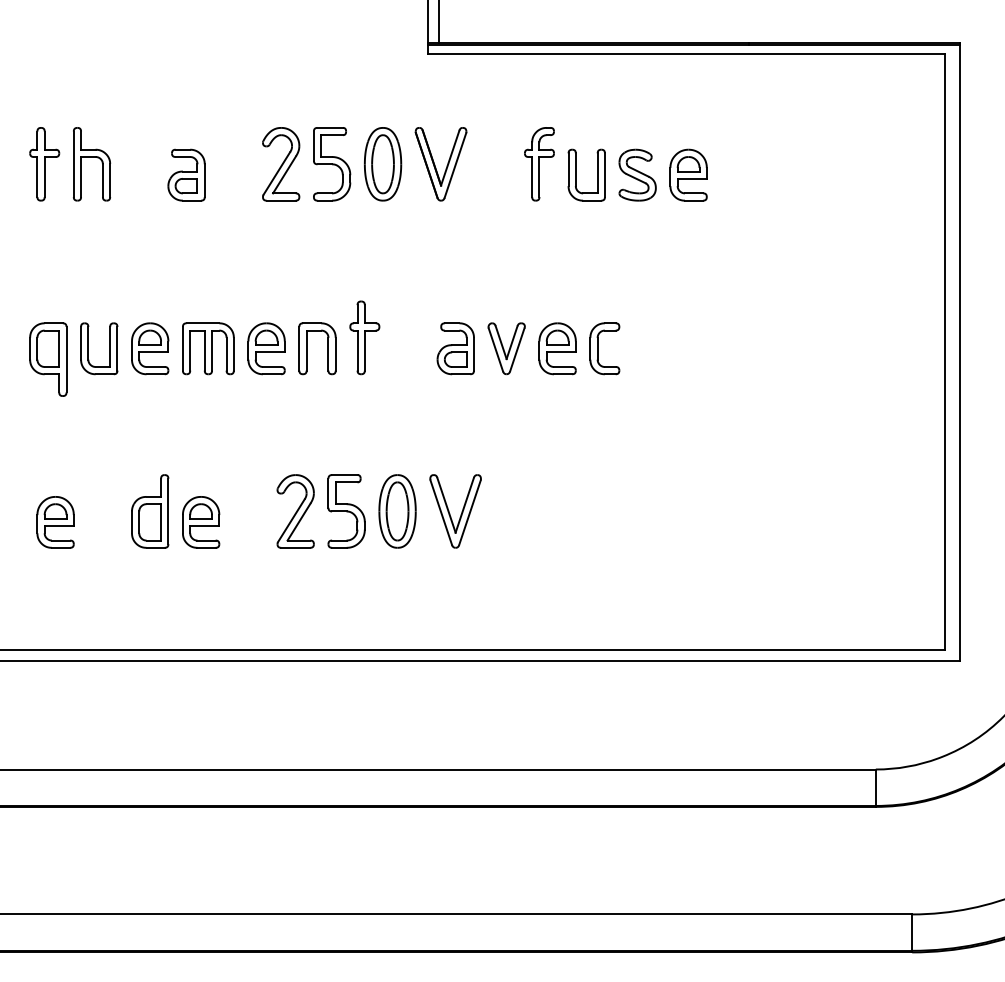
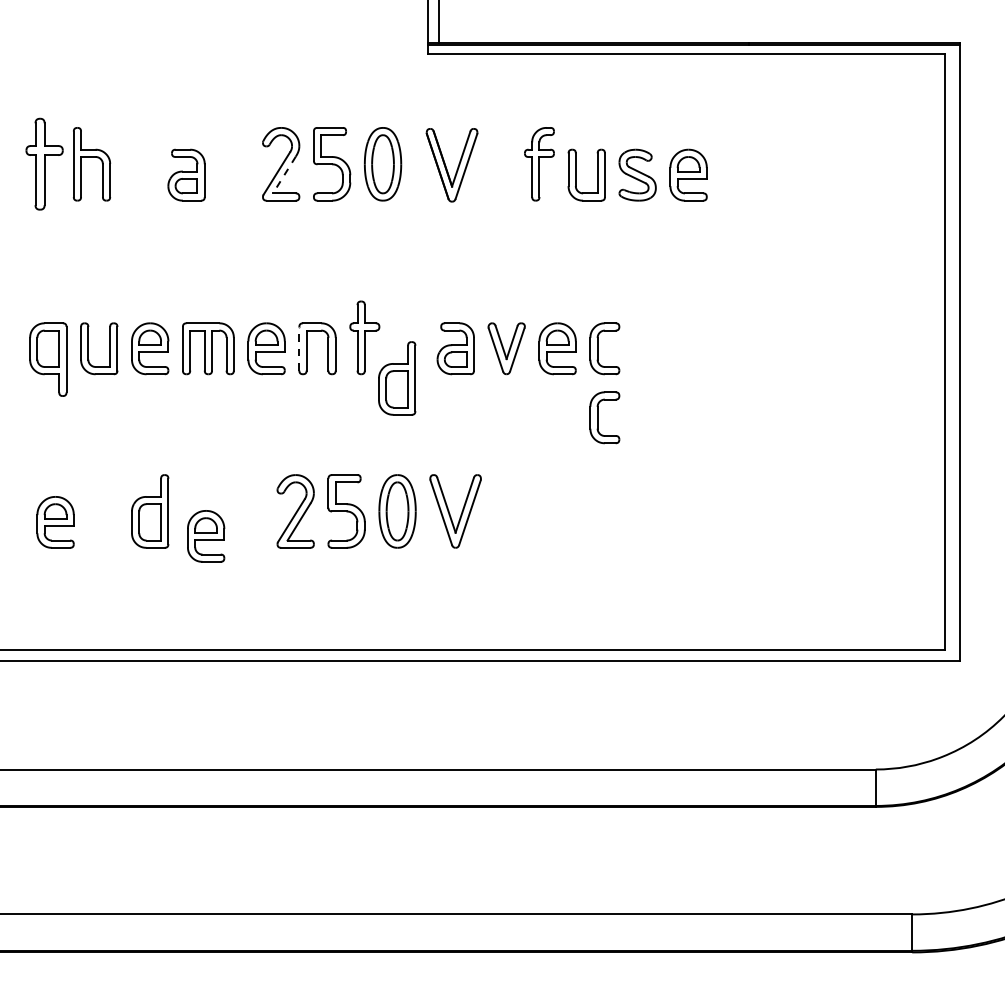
part at (44, 164) size: 32x75 px -> 39x94 px
part at (440, 164) position: (440, 164) -> (451, 165)
line at (284, 174): solid -> dashed
line at (299, 348): solid -> dashed
part at (397, 378): none -> present
part at (604, 417): none -> present
part at (201, 522) position: (201, 522) -> (206, 536)
